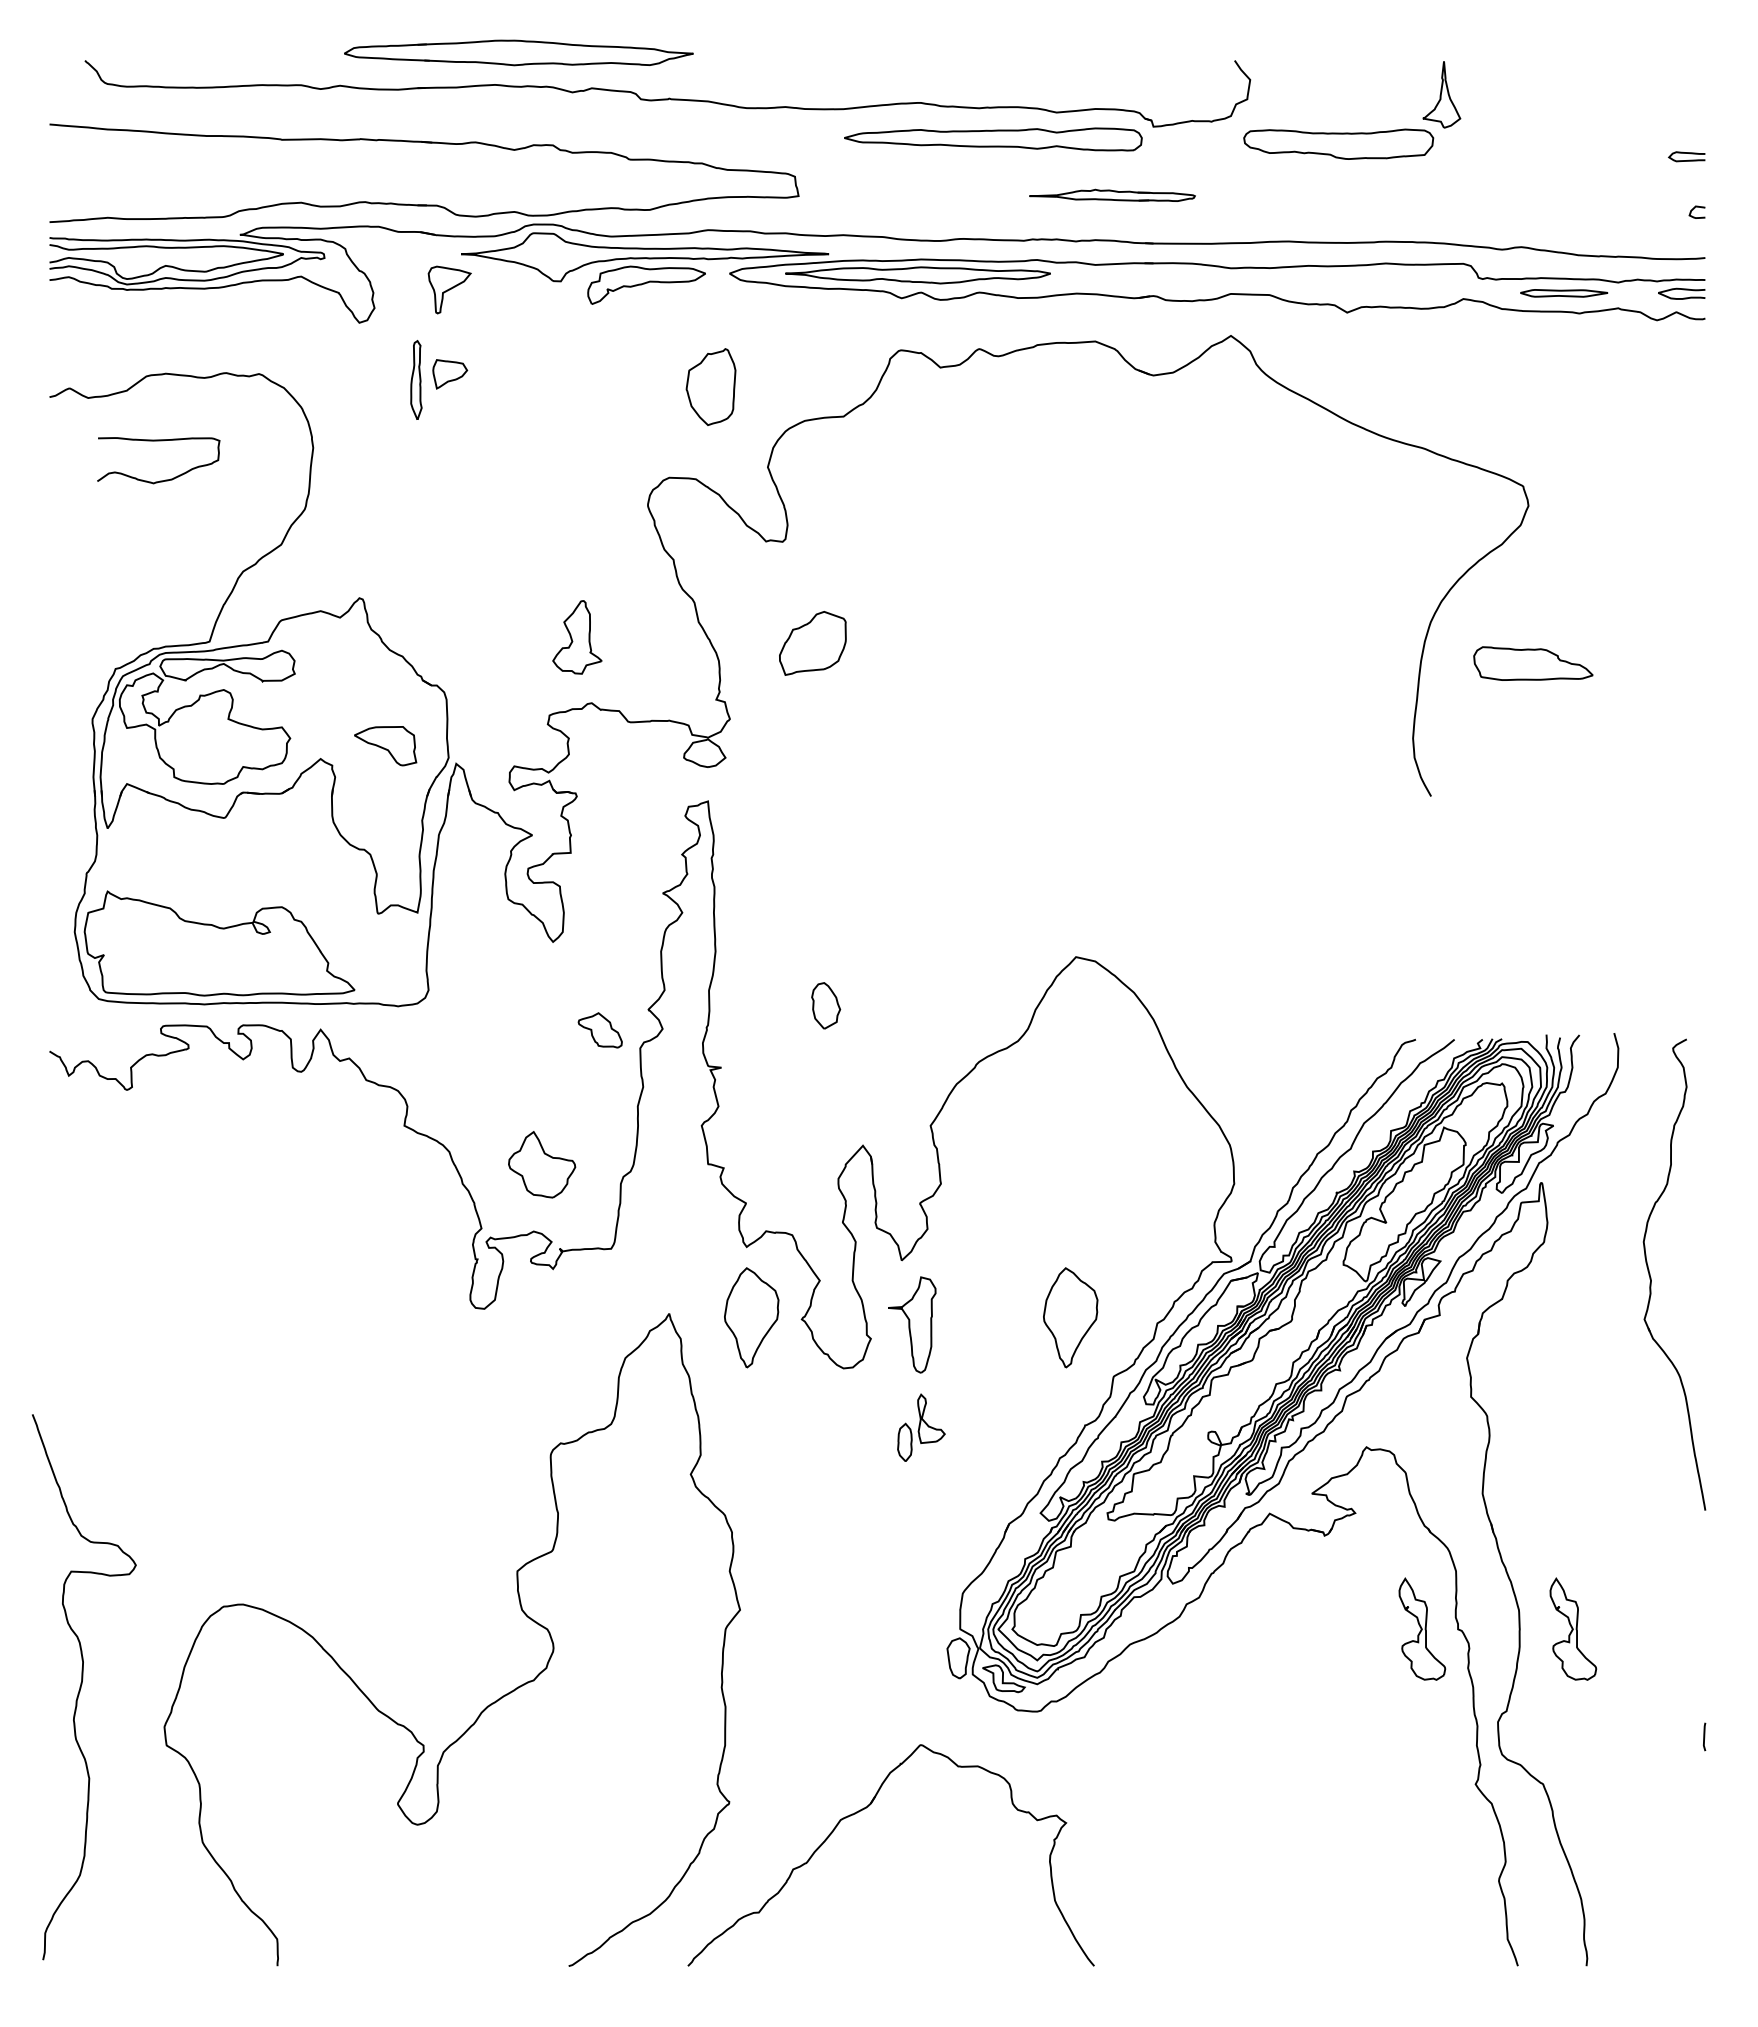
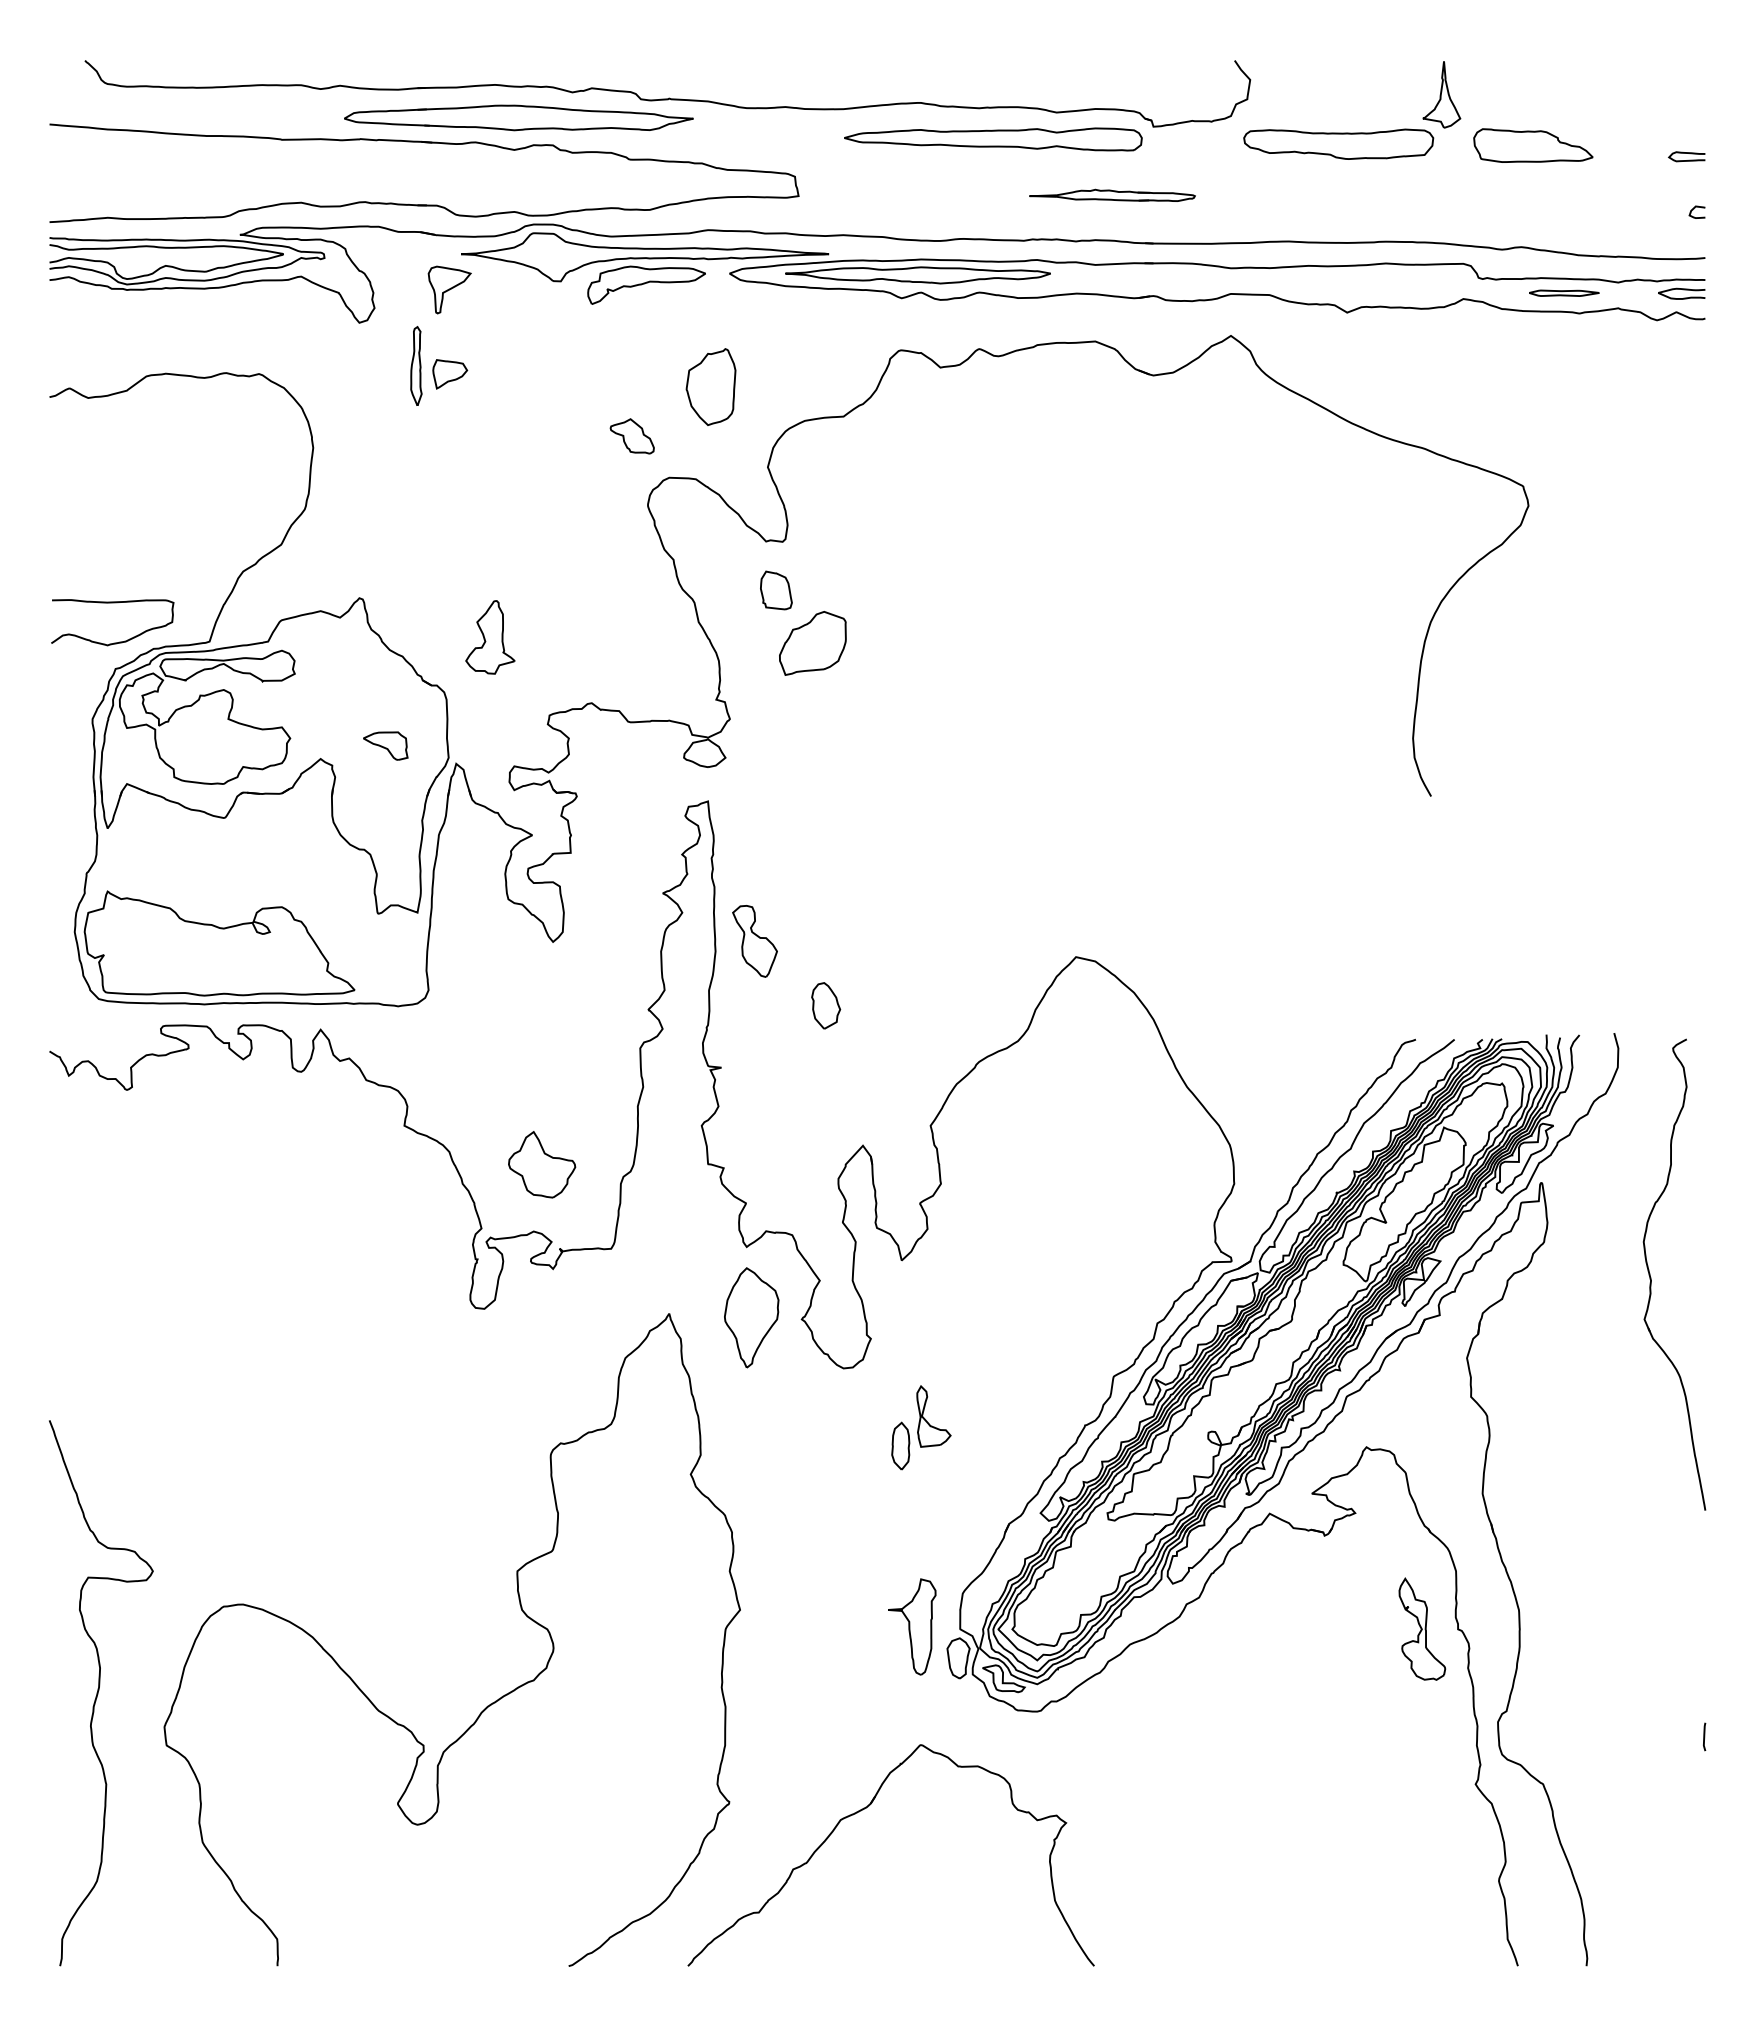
part at (518, 52) position: (518, 52) -> (518, 117)
part at (1564, 293) size: 89x9 px -> 71x8 px
part at (416, 379) position: (416, 379) -> (416, 365)
curve at (158, 441) position: (158, 441) -> (112, 603)
part at (776, 590): none -> present
part at (577, 637) position: (577, 637) -> (490, 637)
part at (1533, 663) position: (1533, 663) -> (1533, 145)
part at (385, 746) size: 64x41 px -> 46x30 px
part at (754, 941): none -> present
part at (599, 1030) position: (599, 1030) -> (631, 436)
part at (1070, 1317): present -> none
part at (912, 1324) position: (912, 1324) -> (912, 1626)
part at (921, 1427) size: 49x69 px -> 61x86 px
part at (1573, 1628): present -> none
curve at (81, 1687) position: (81, 1687) -> (98, 1693)
